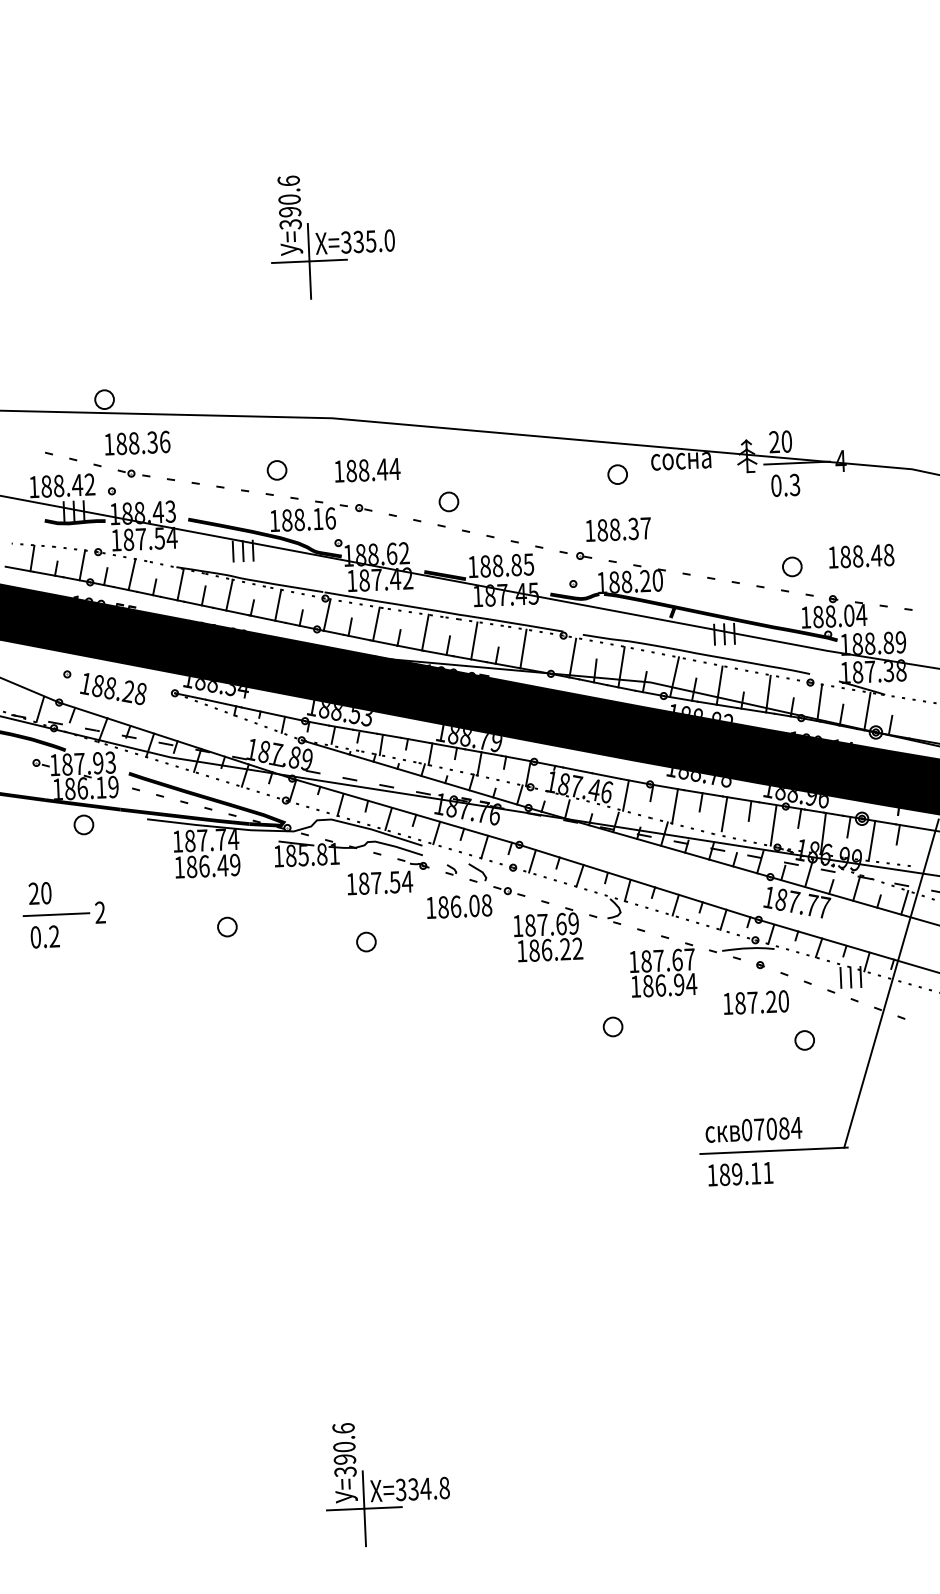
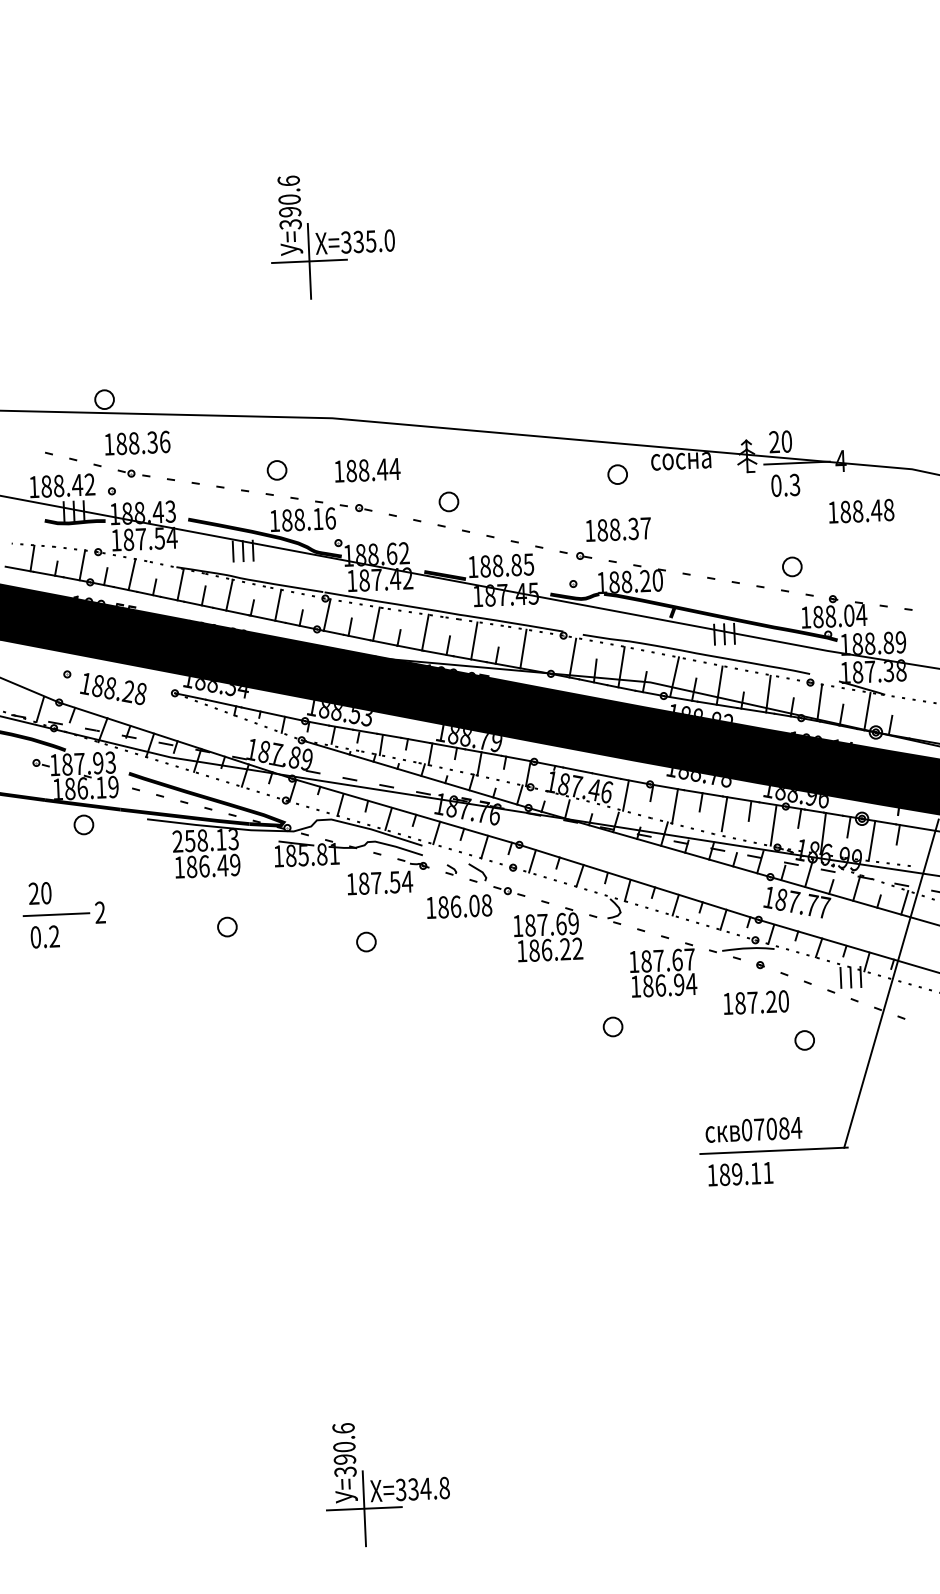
text at (861, 555) position: (861, 555) -> (861, 510)
text at (205, 840): 187.74 -> 258.13
